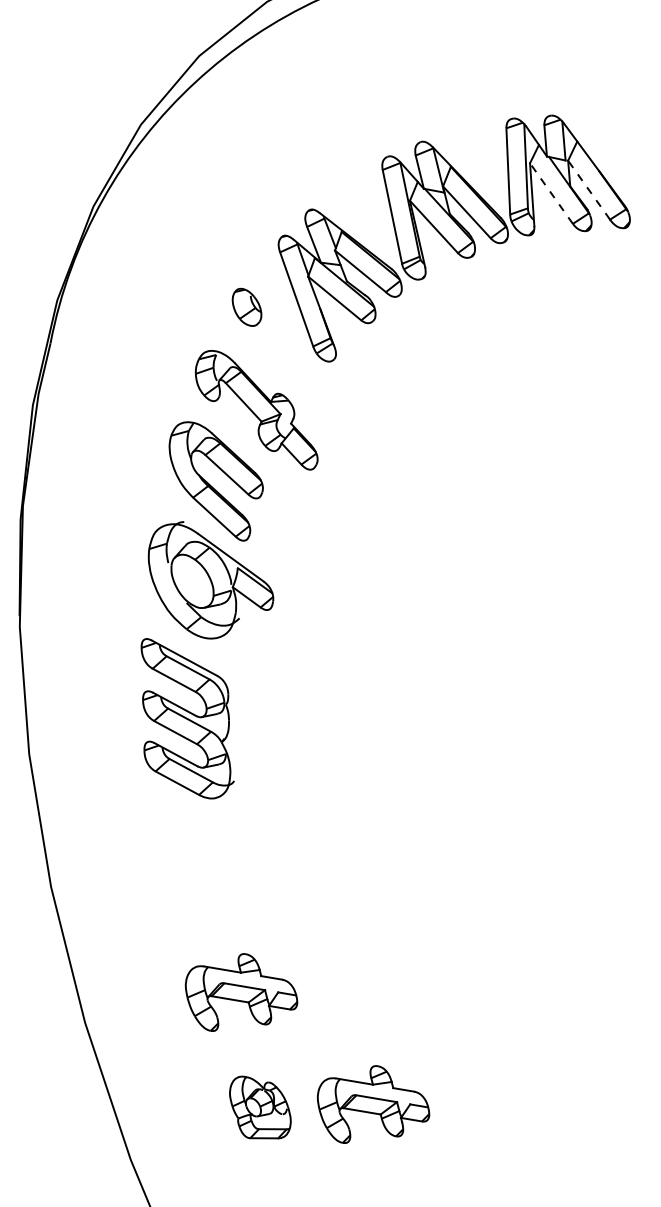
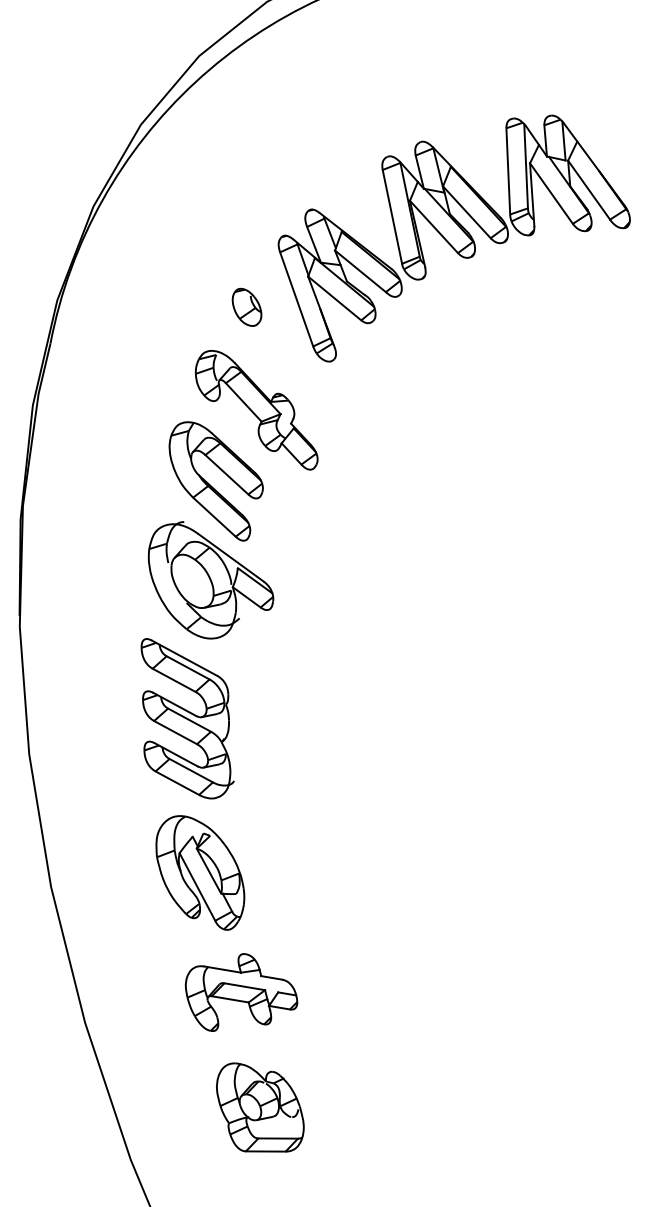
line at (588, 189): dashed -> solid
line at (551, 193): dashed -> solid
part at (200, 872): none -> present
part at (373, 1104): present -> none
part at (260, 1107) size: 63x65 px -> 89x91 px
